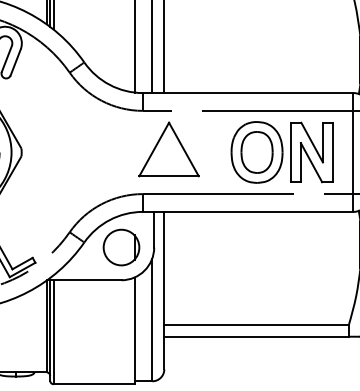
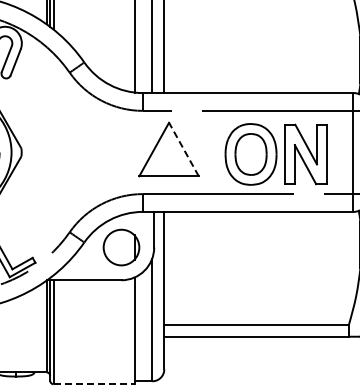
line at (183, 149): solid -> dashed
part at (281, 152) position: (281, 152) -> (275, 154)
line at (94, 384): solid -> dashed
